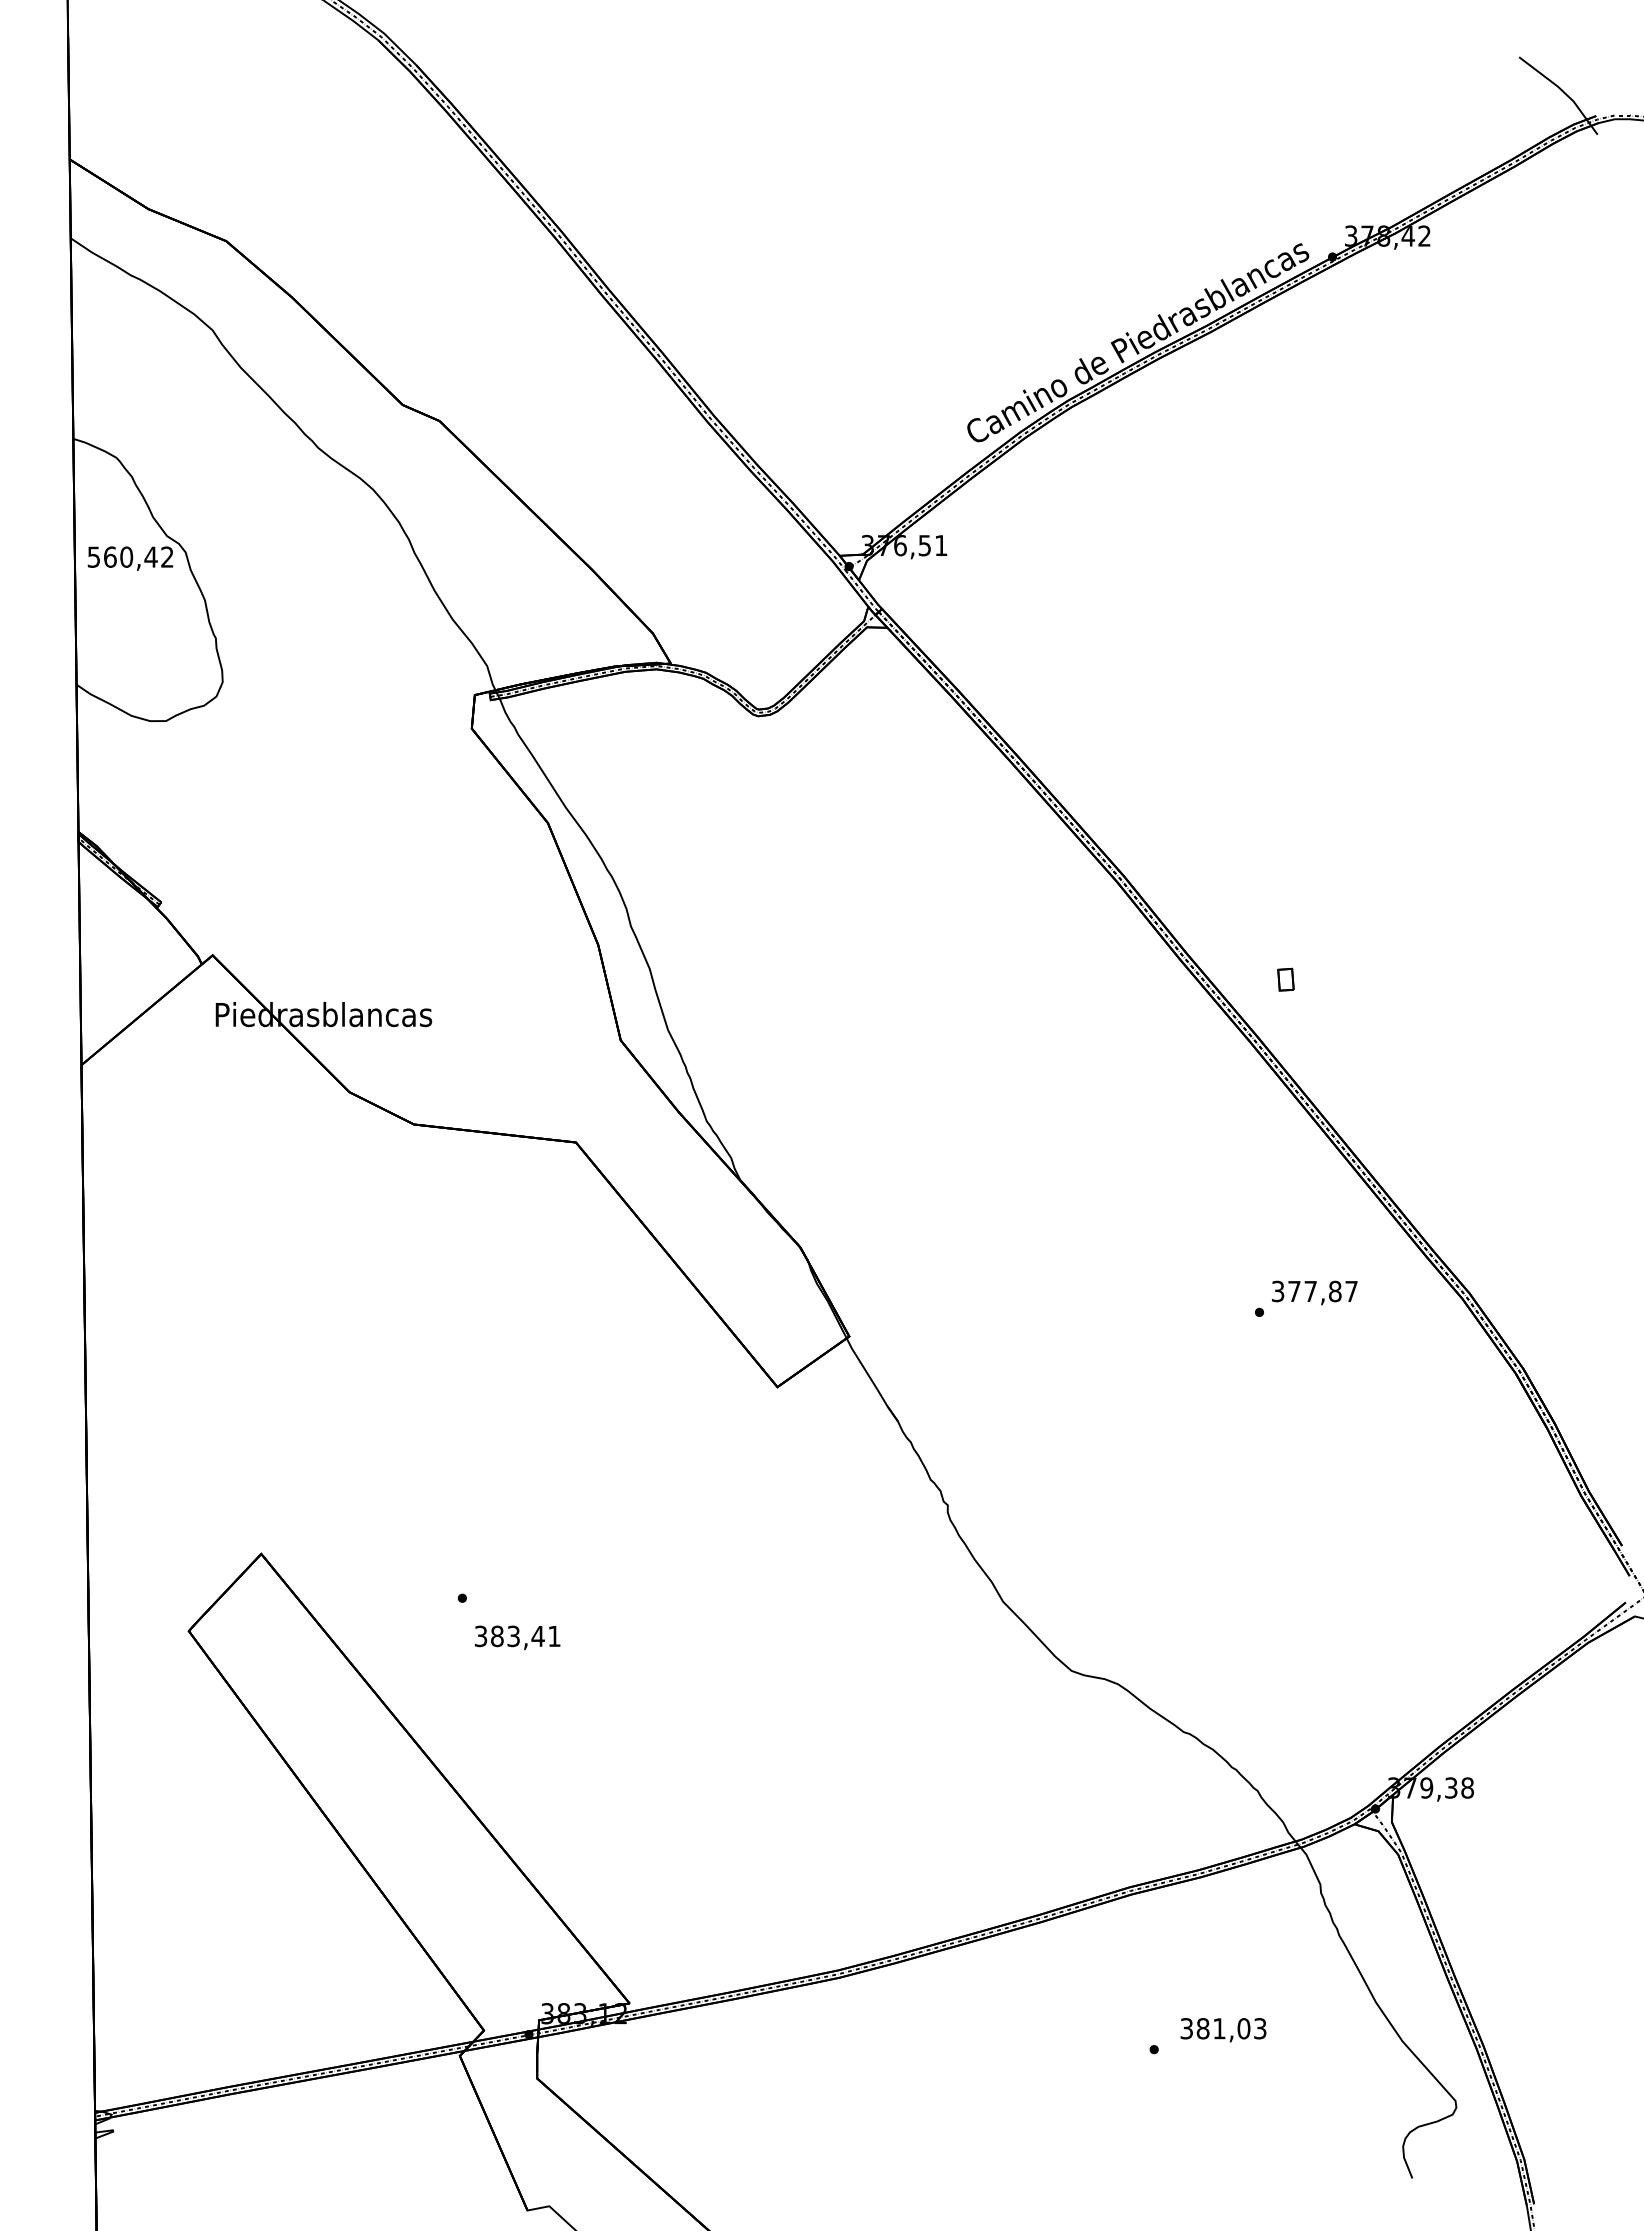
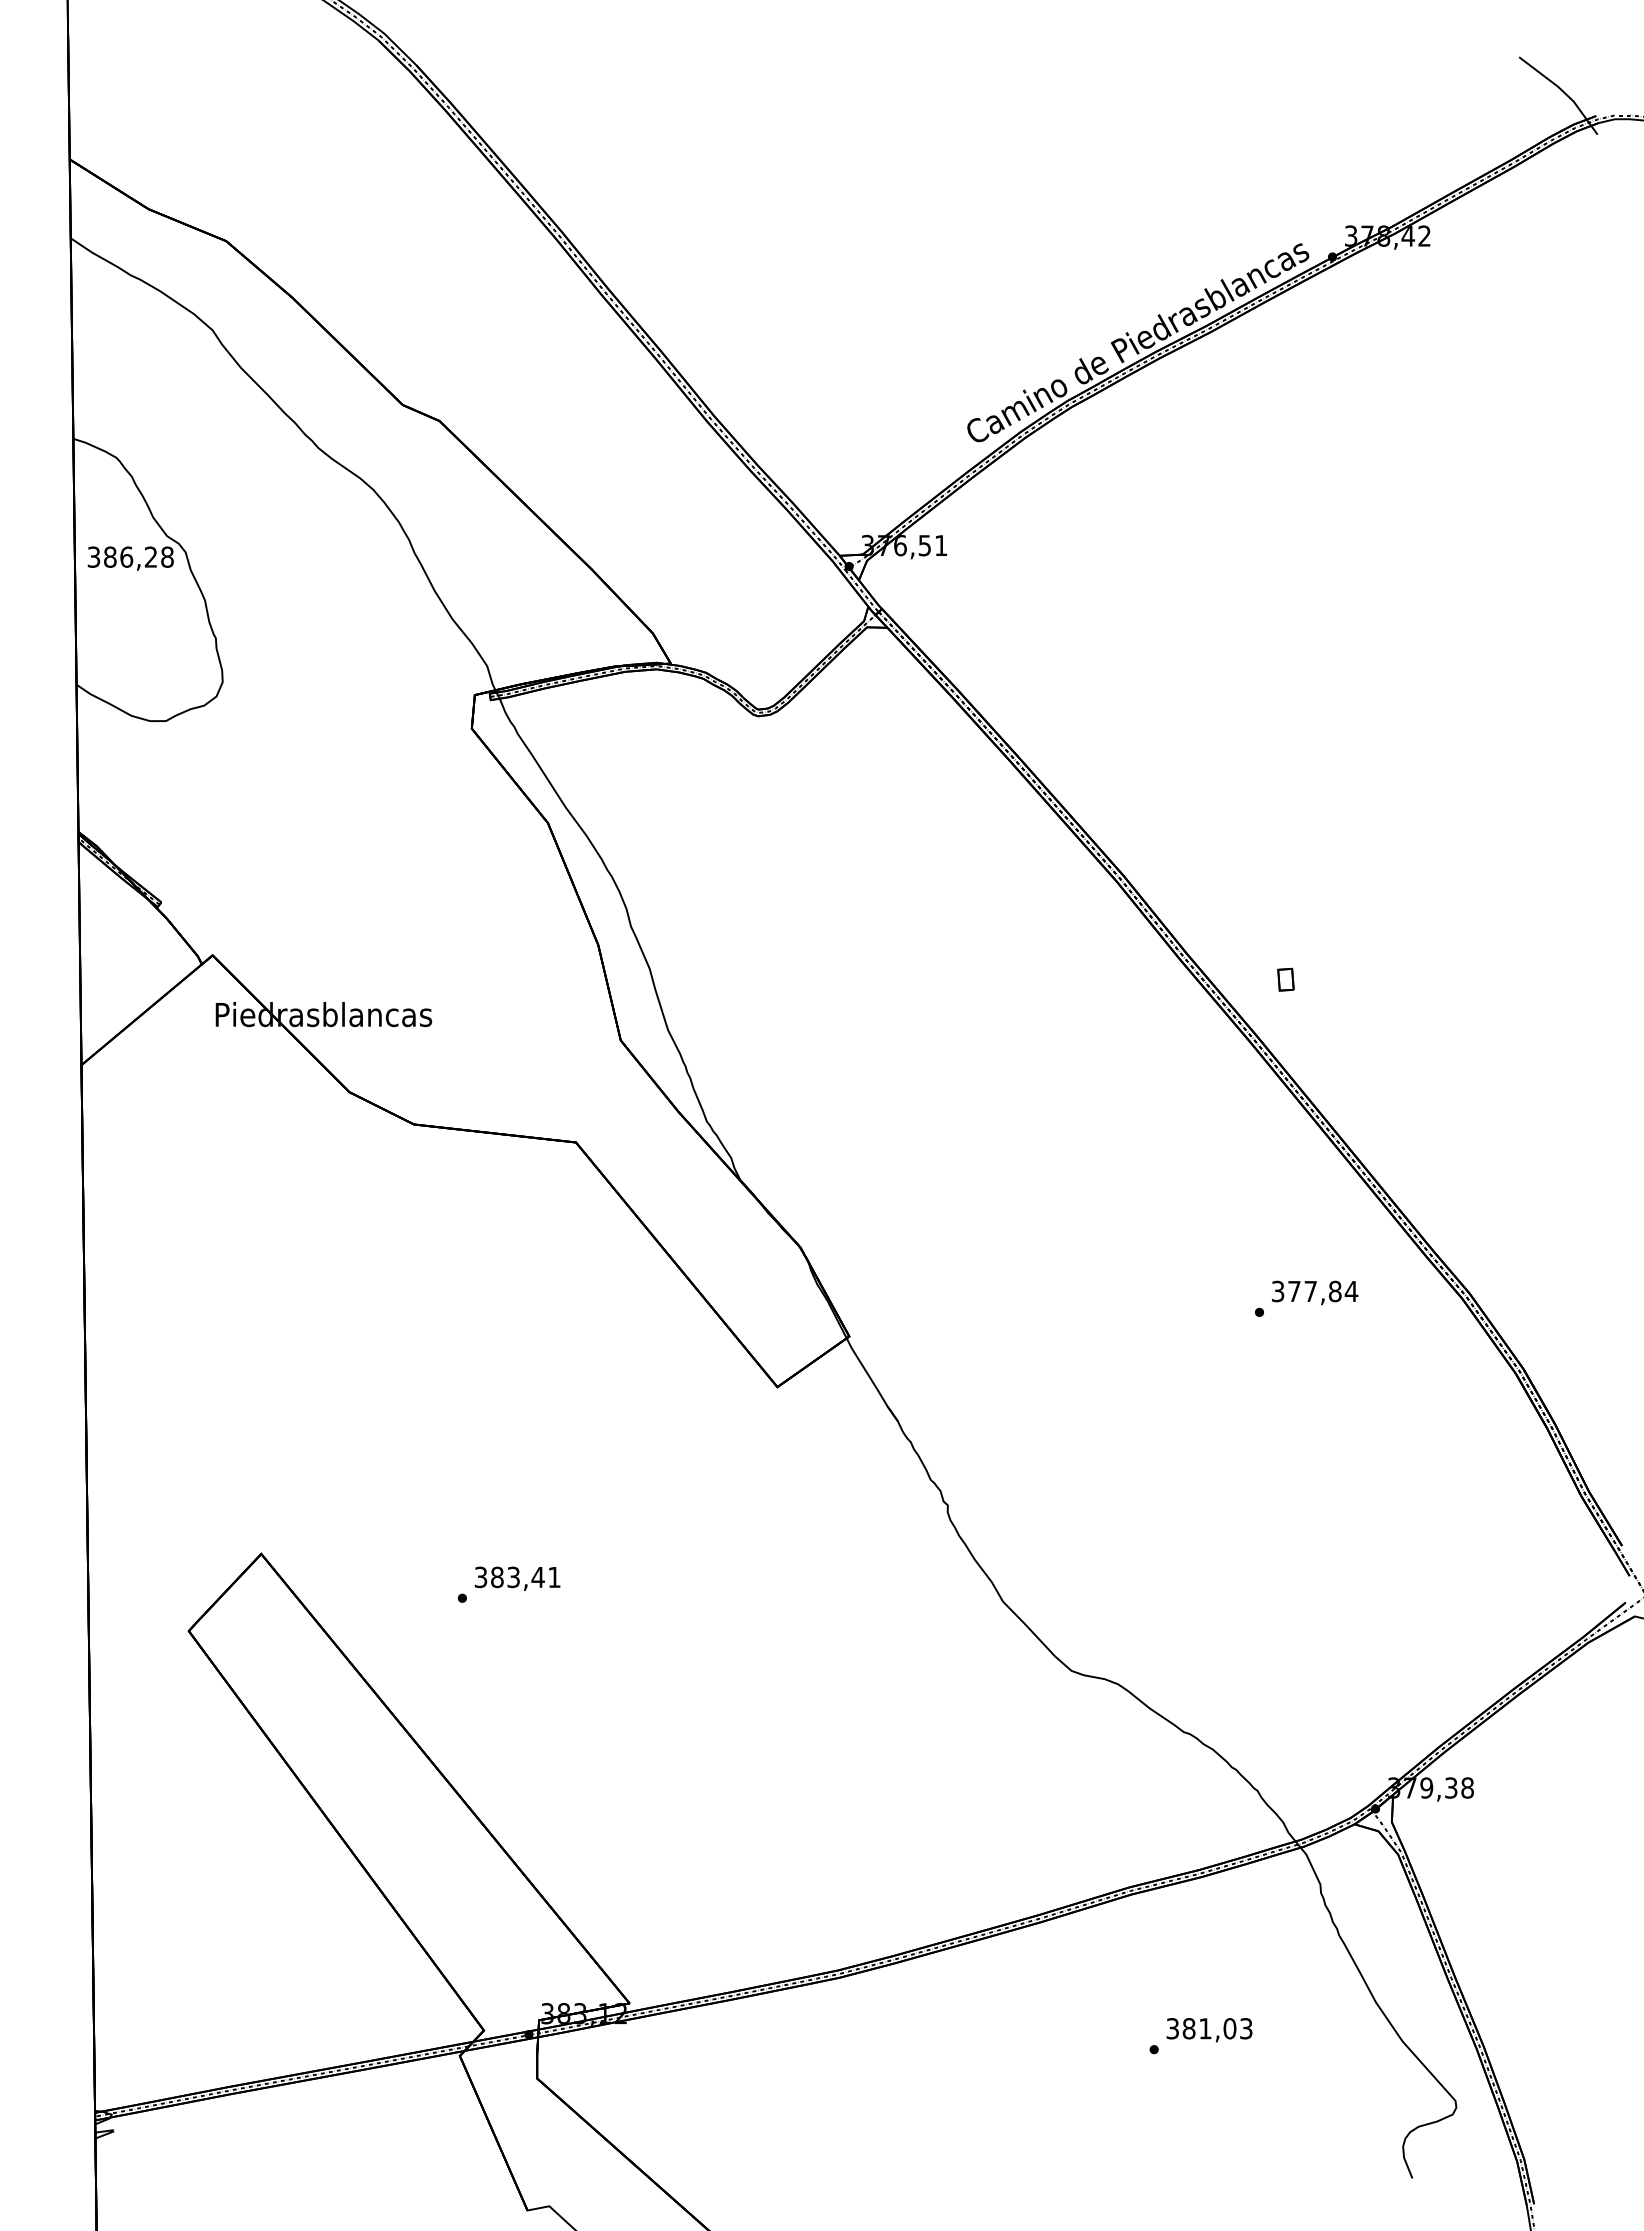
text at (130, 556): 560,42 -> 386,28
text at (1351, 1291): 377,87 -> 377,84
text at (517, 1637) position: (517, 1637) -> (517, 1578)
text at (1223, 2030) position: (1223, 2030) -> (1209, 2030)
